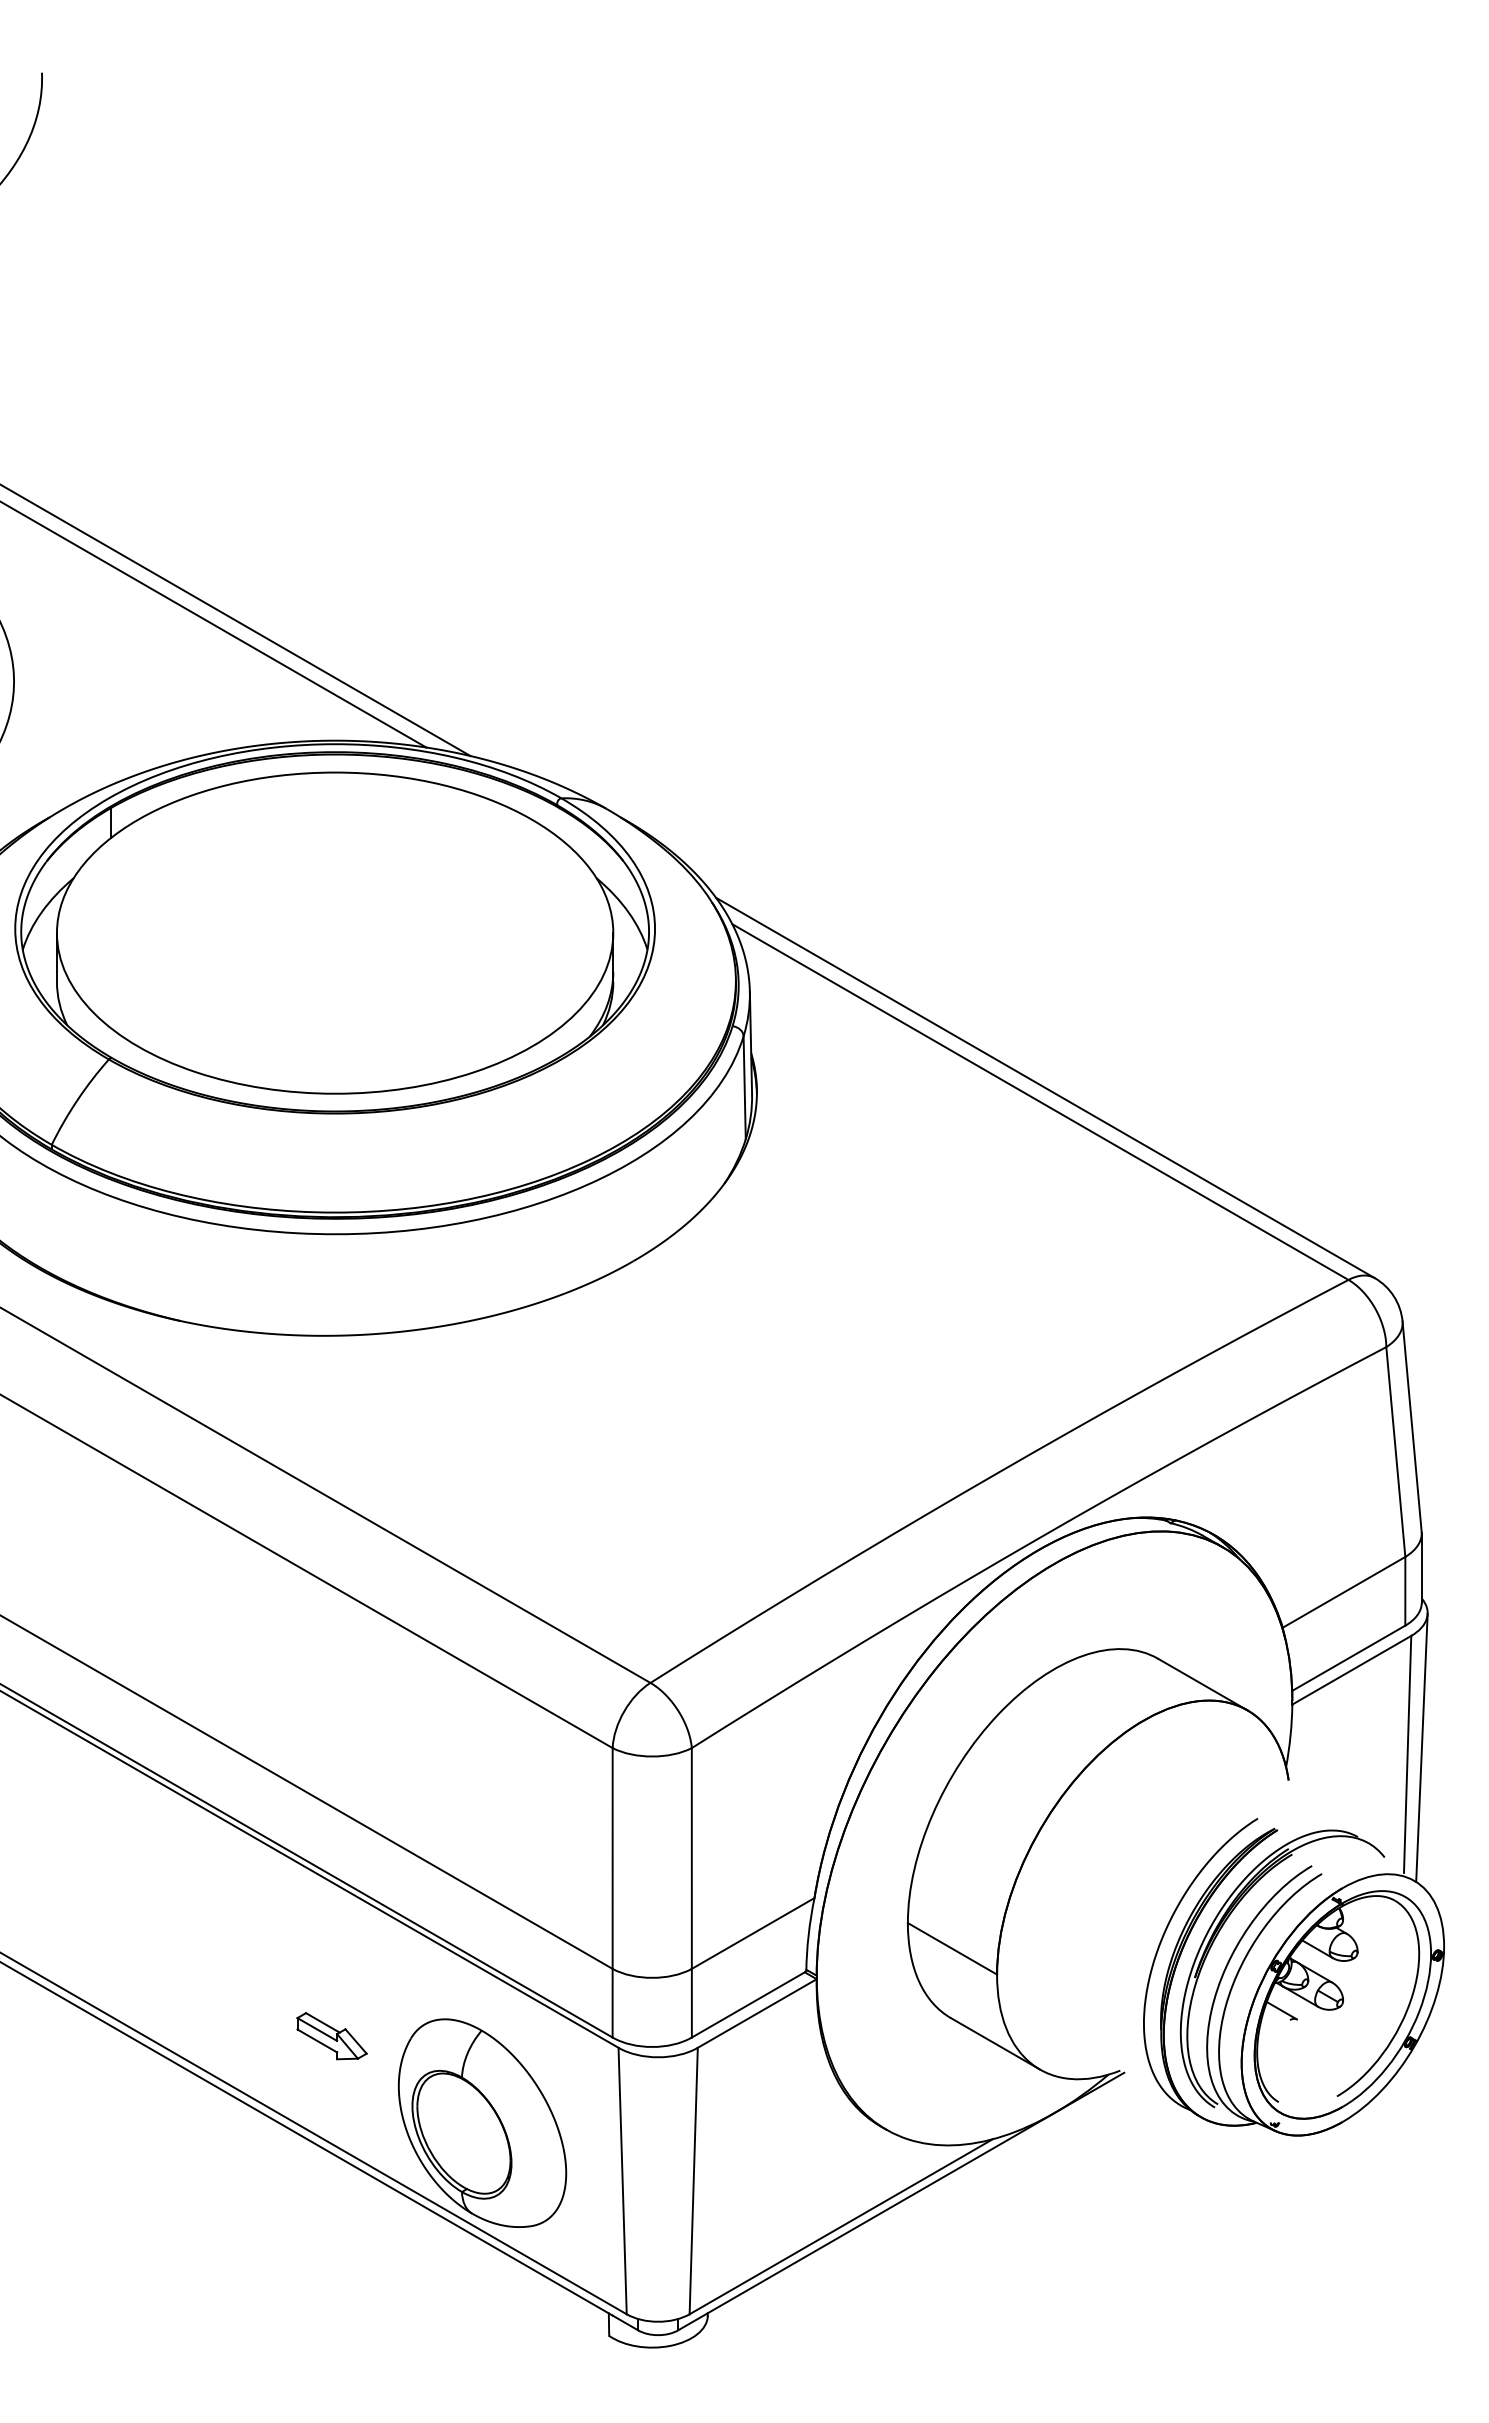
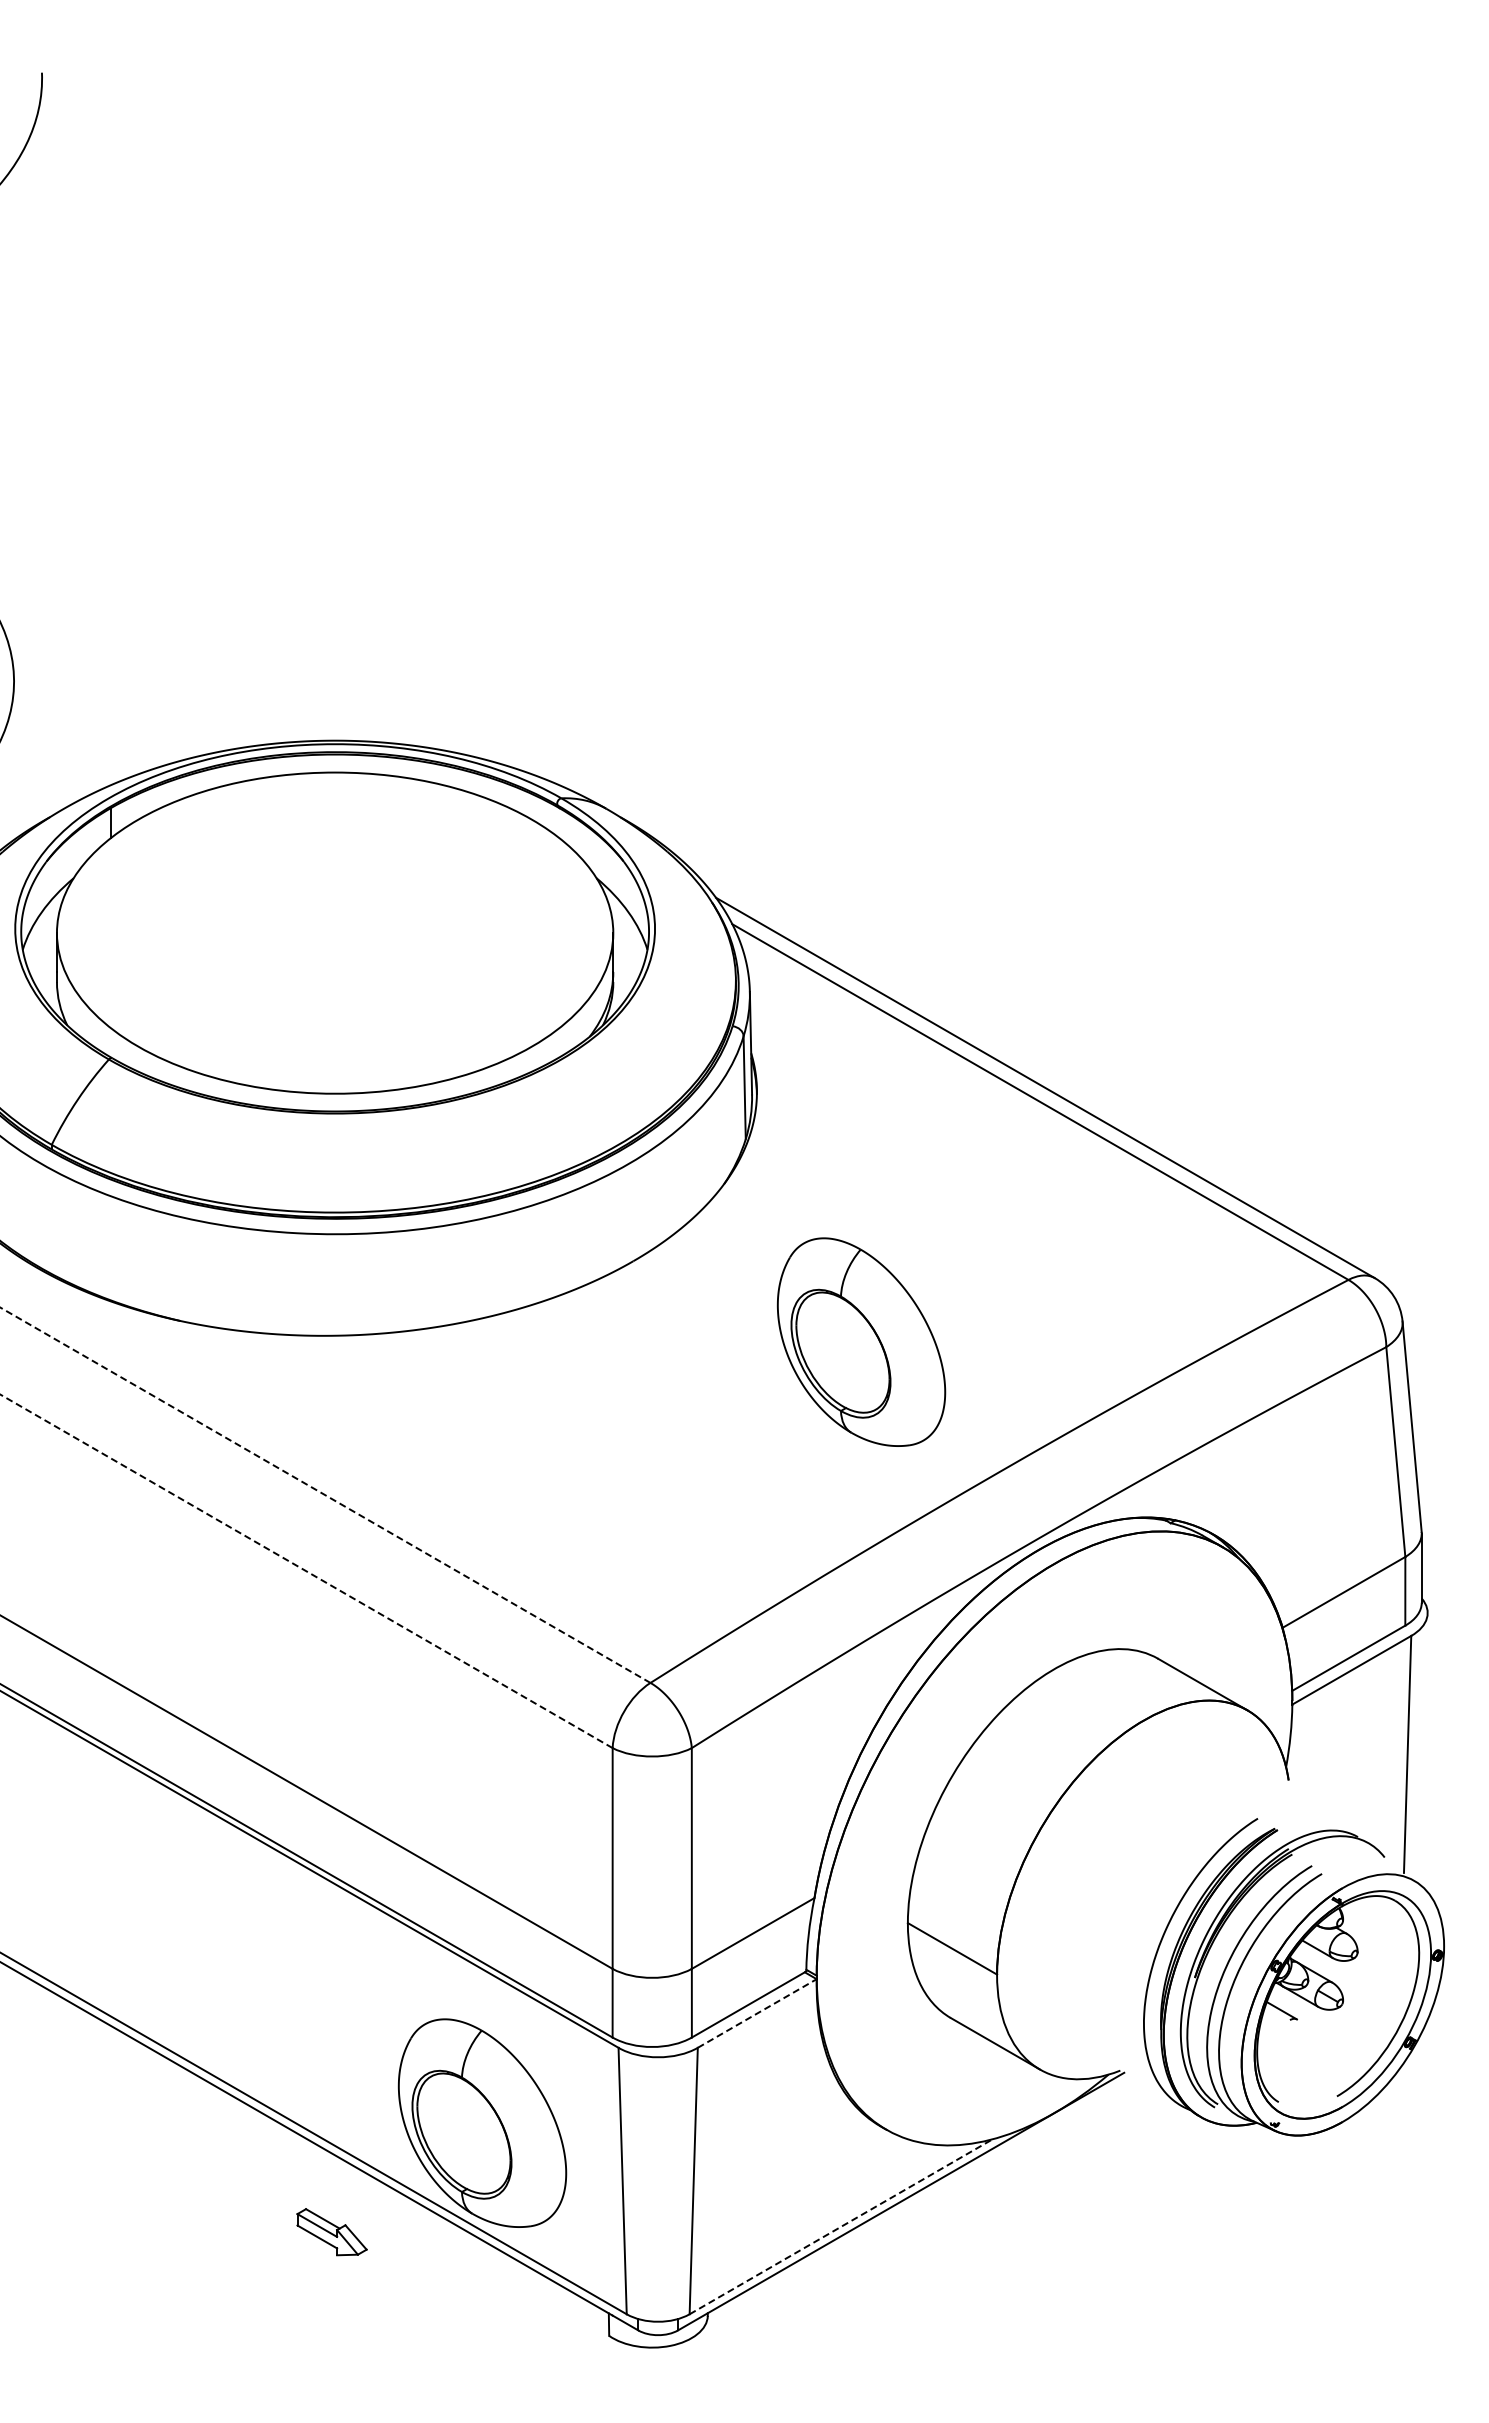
line at (236, 620): present -> none
line at (214, 624): present -> none
part at (861, 1341): none -> present
line at (325, 1495): solid -> dashed
line at (306, 1571): solid -> dashed
line at (1421, 1747): present -> none
line at (757, 2013): solid -> dashed
part at (331, 2036) position: (331, 2036) -> (331, 2232)
line at (841, 2226): solid -> dashed
